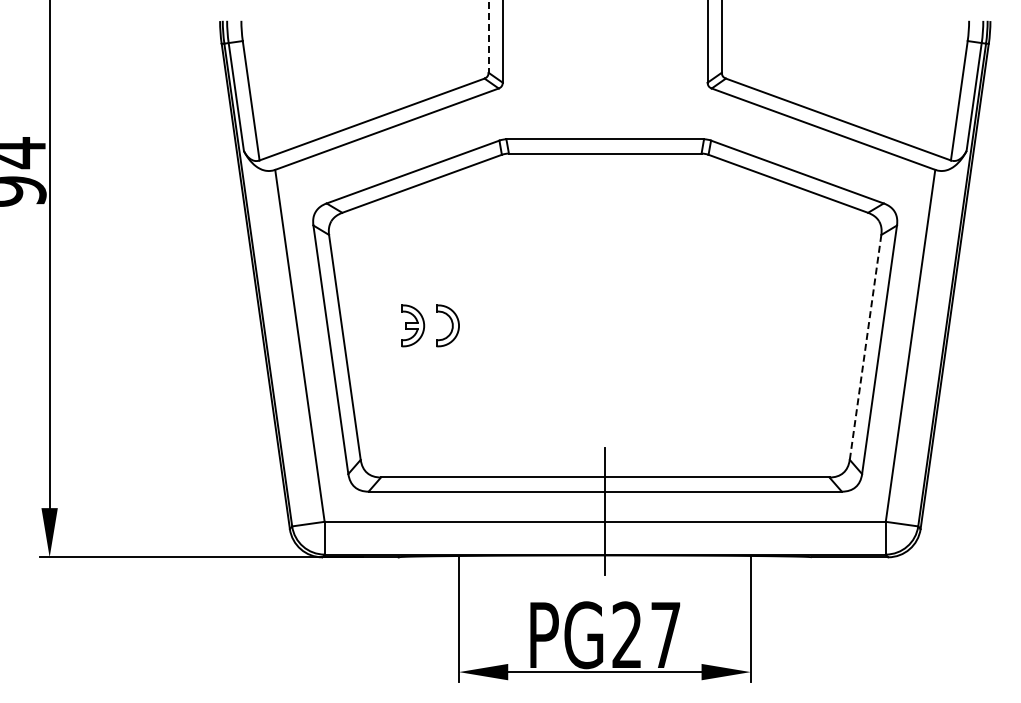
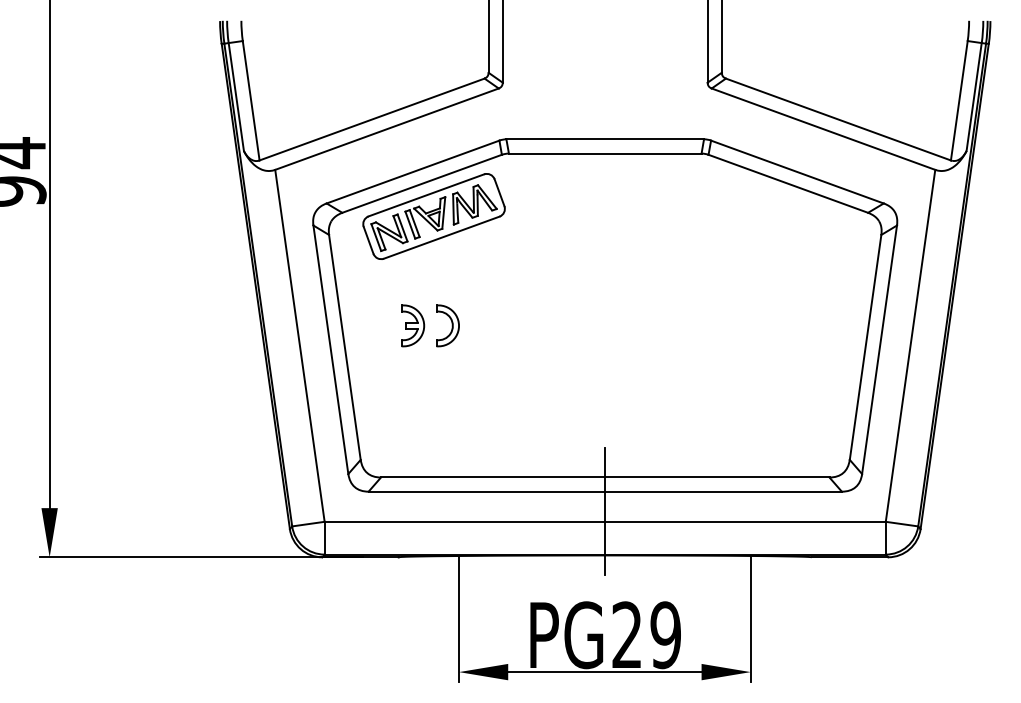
line at (488, 36): dashed -> solid
part at (433, 216): none -> present
line at (865, 347): dashed -> solid
text at (665, 635): PG27 -> PG29
